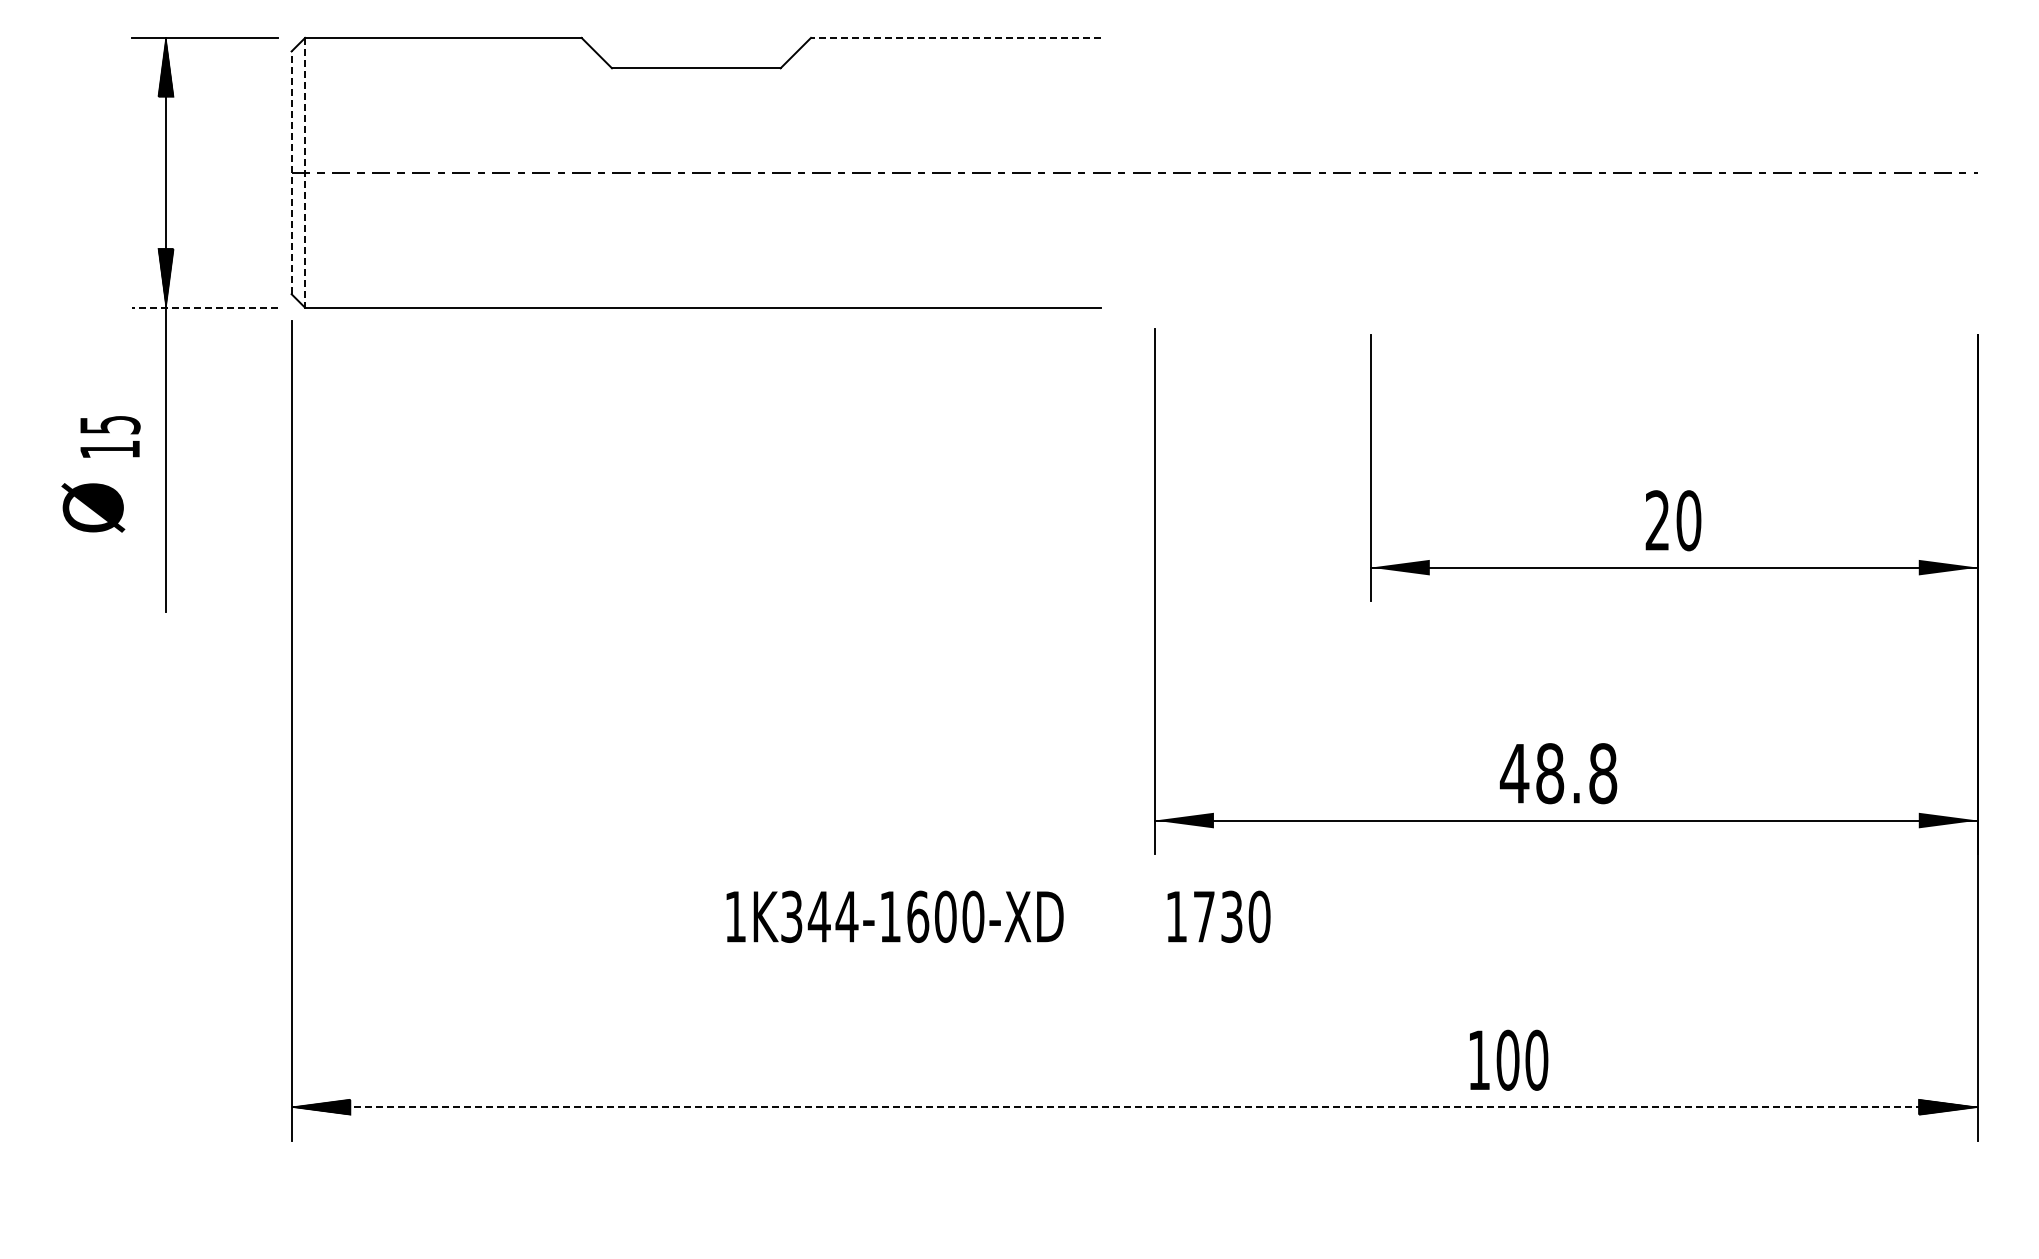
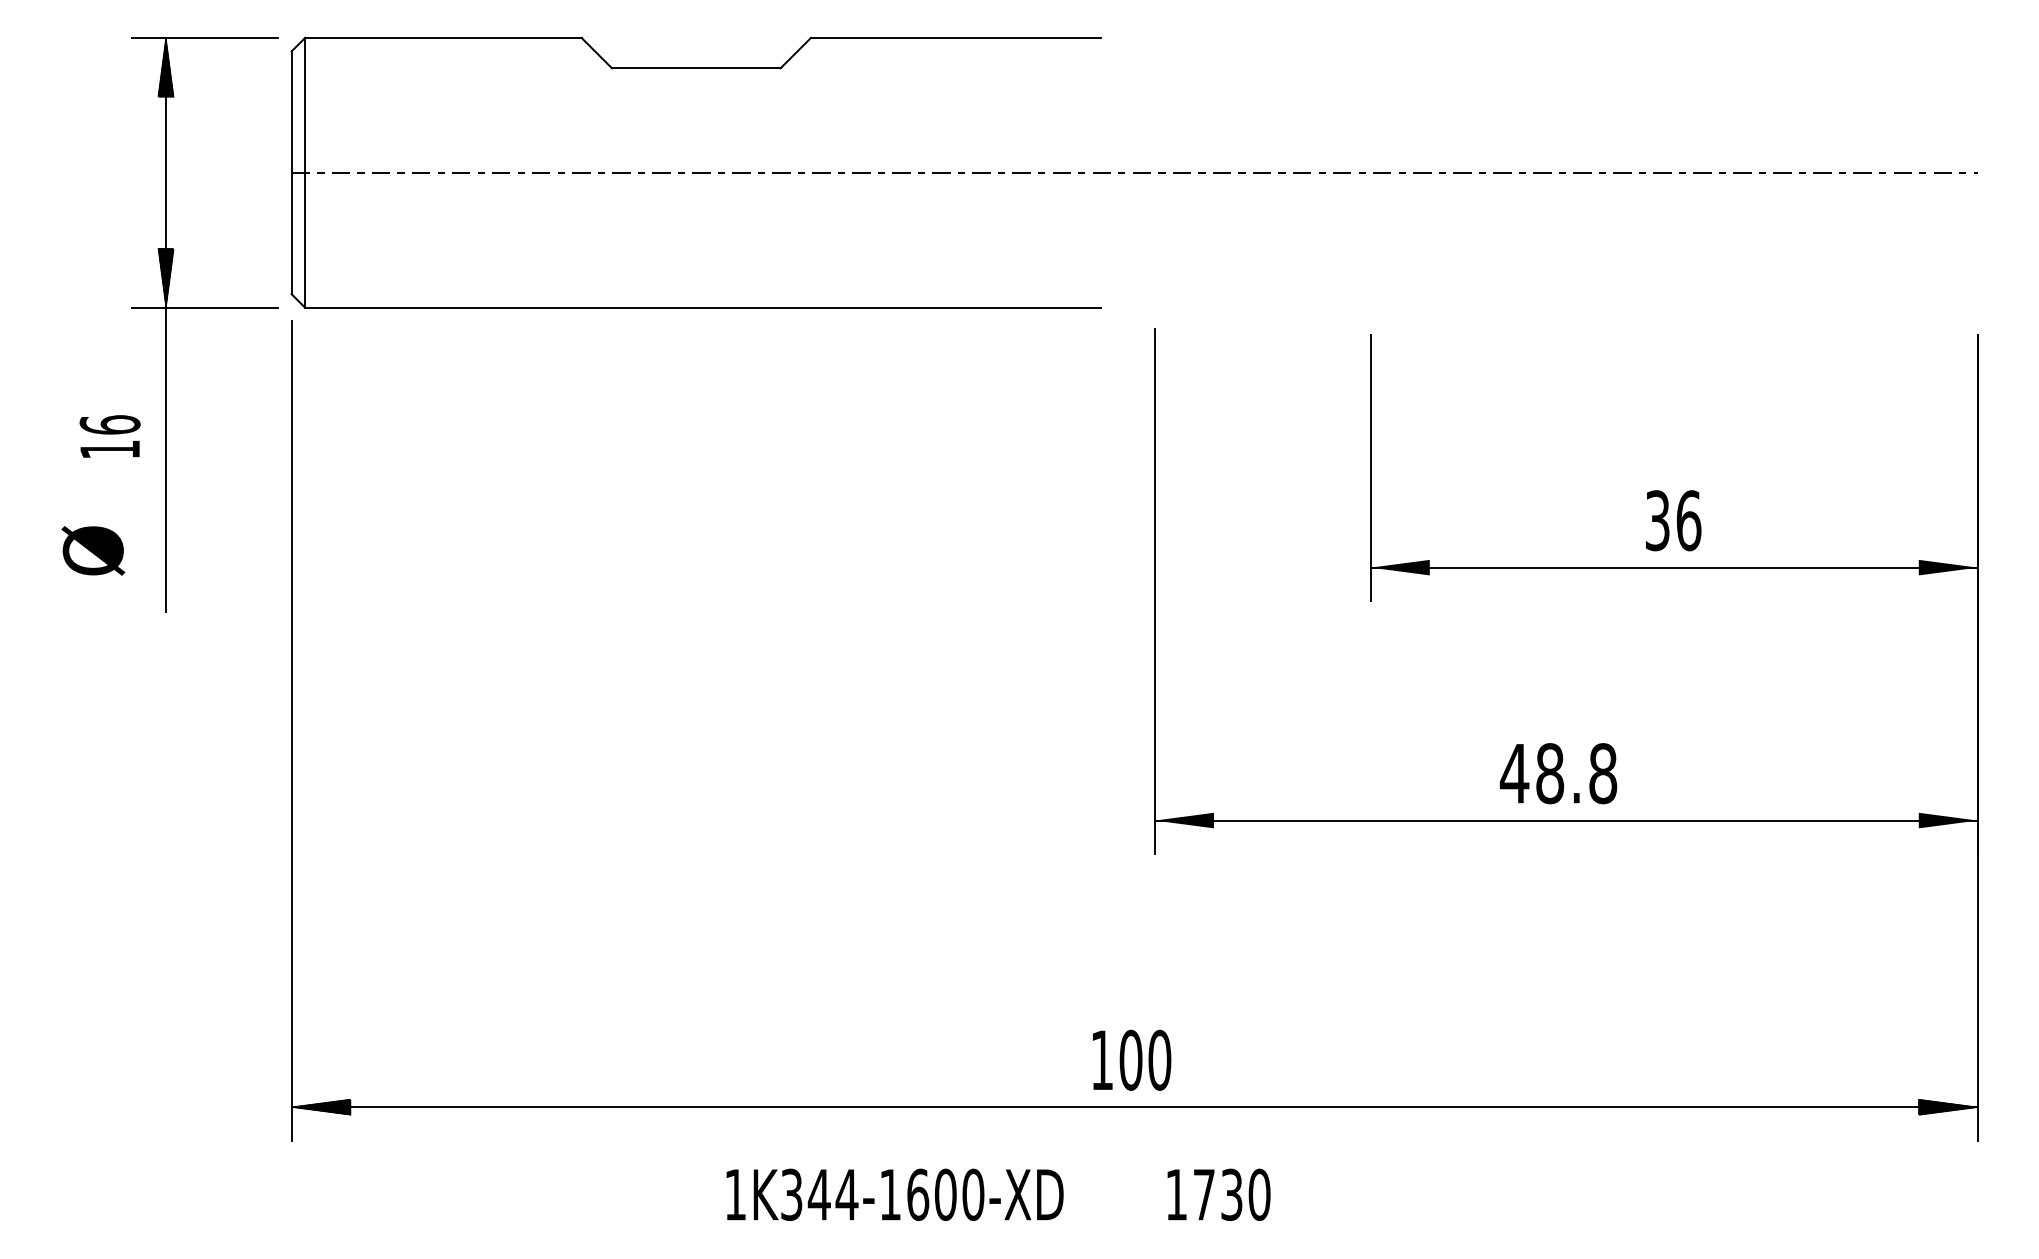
line at (955, 37): dashed -> solid
line at (291, 172): dashed -> solid
line at (305, 172): dashed -> solid
line at (204, 307): dashed -> solid
text at (109, 424): 15 -> 16
text at (93, 507) position: (93, 507) -> (93, 550)
text at (1673, 520): 20 -> 36
text at (998, 916) position: (998, 916) -> (998, 1194)
text at (1509, 1059) position: (1509, 1059) -> (1132, 1059)
line at (1134, 1107): dashed -> solid
